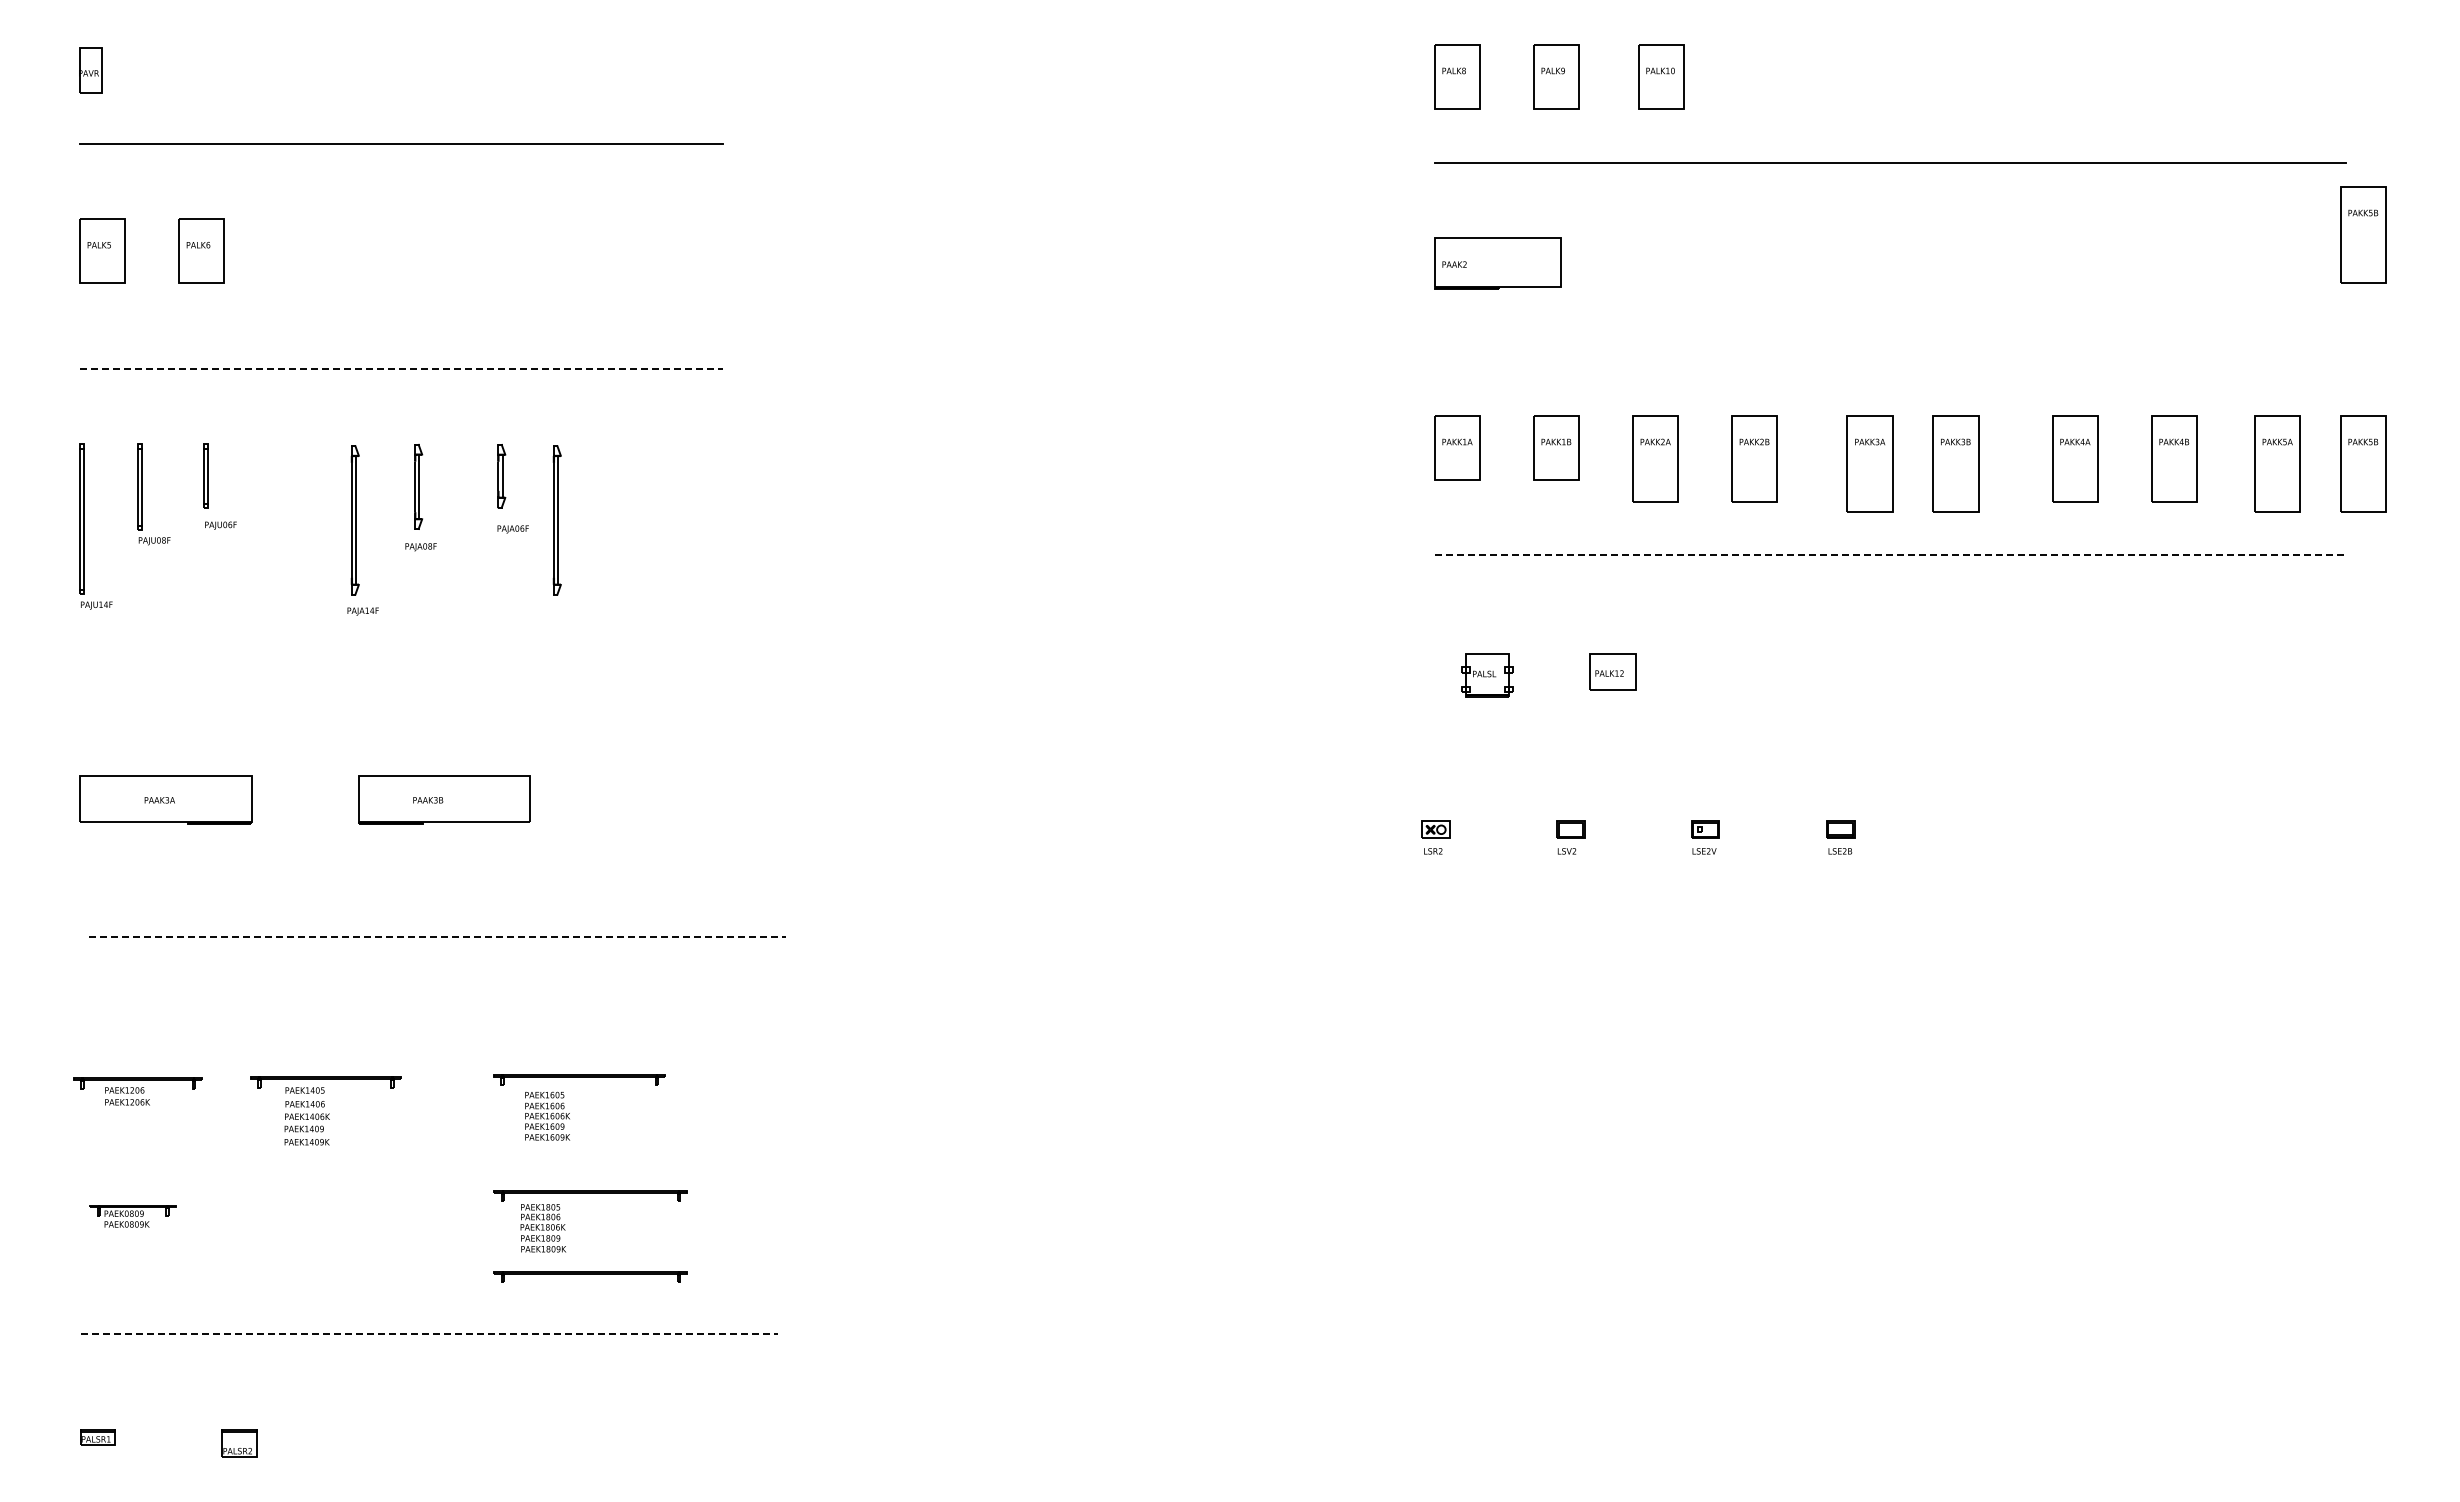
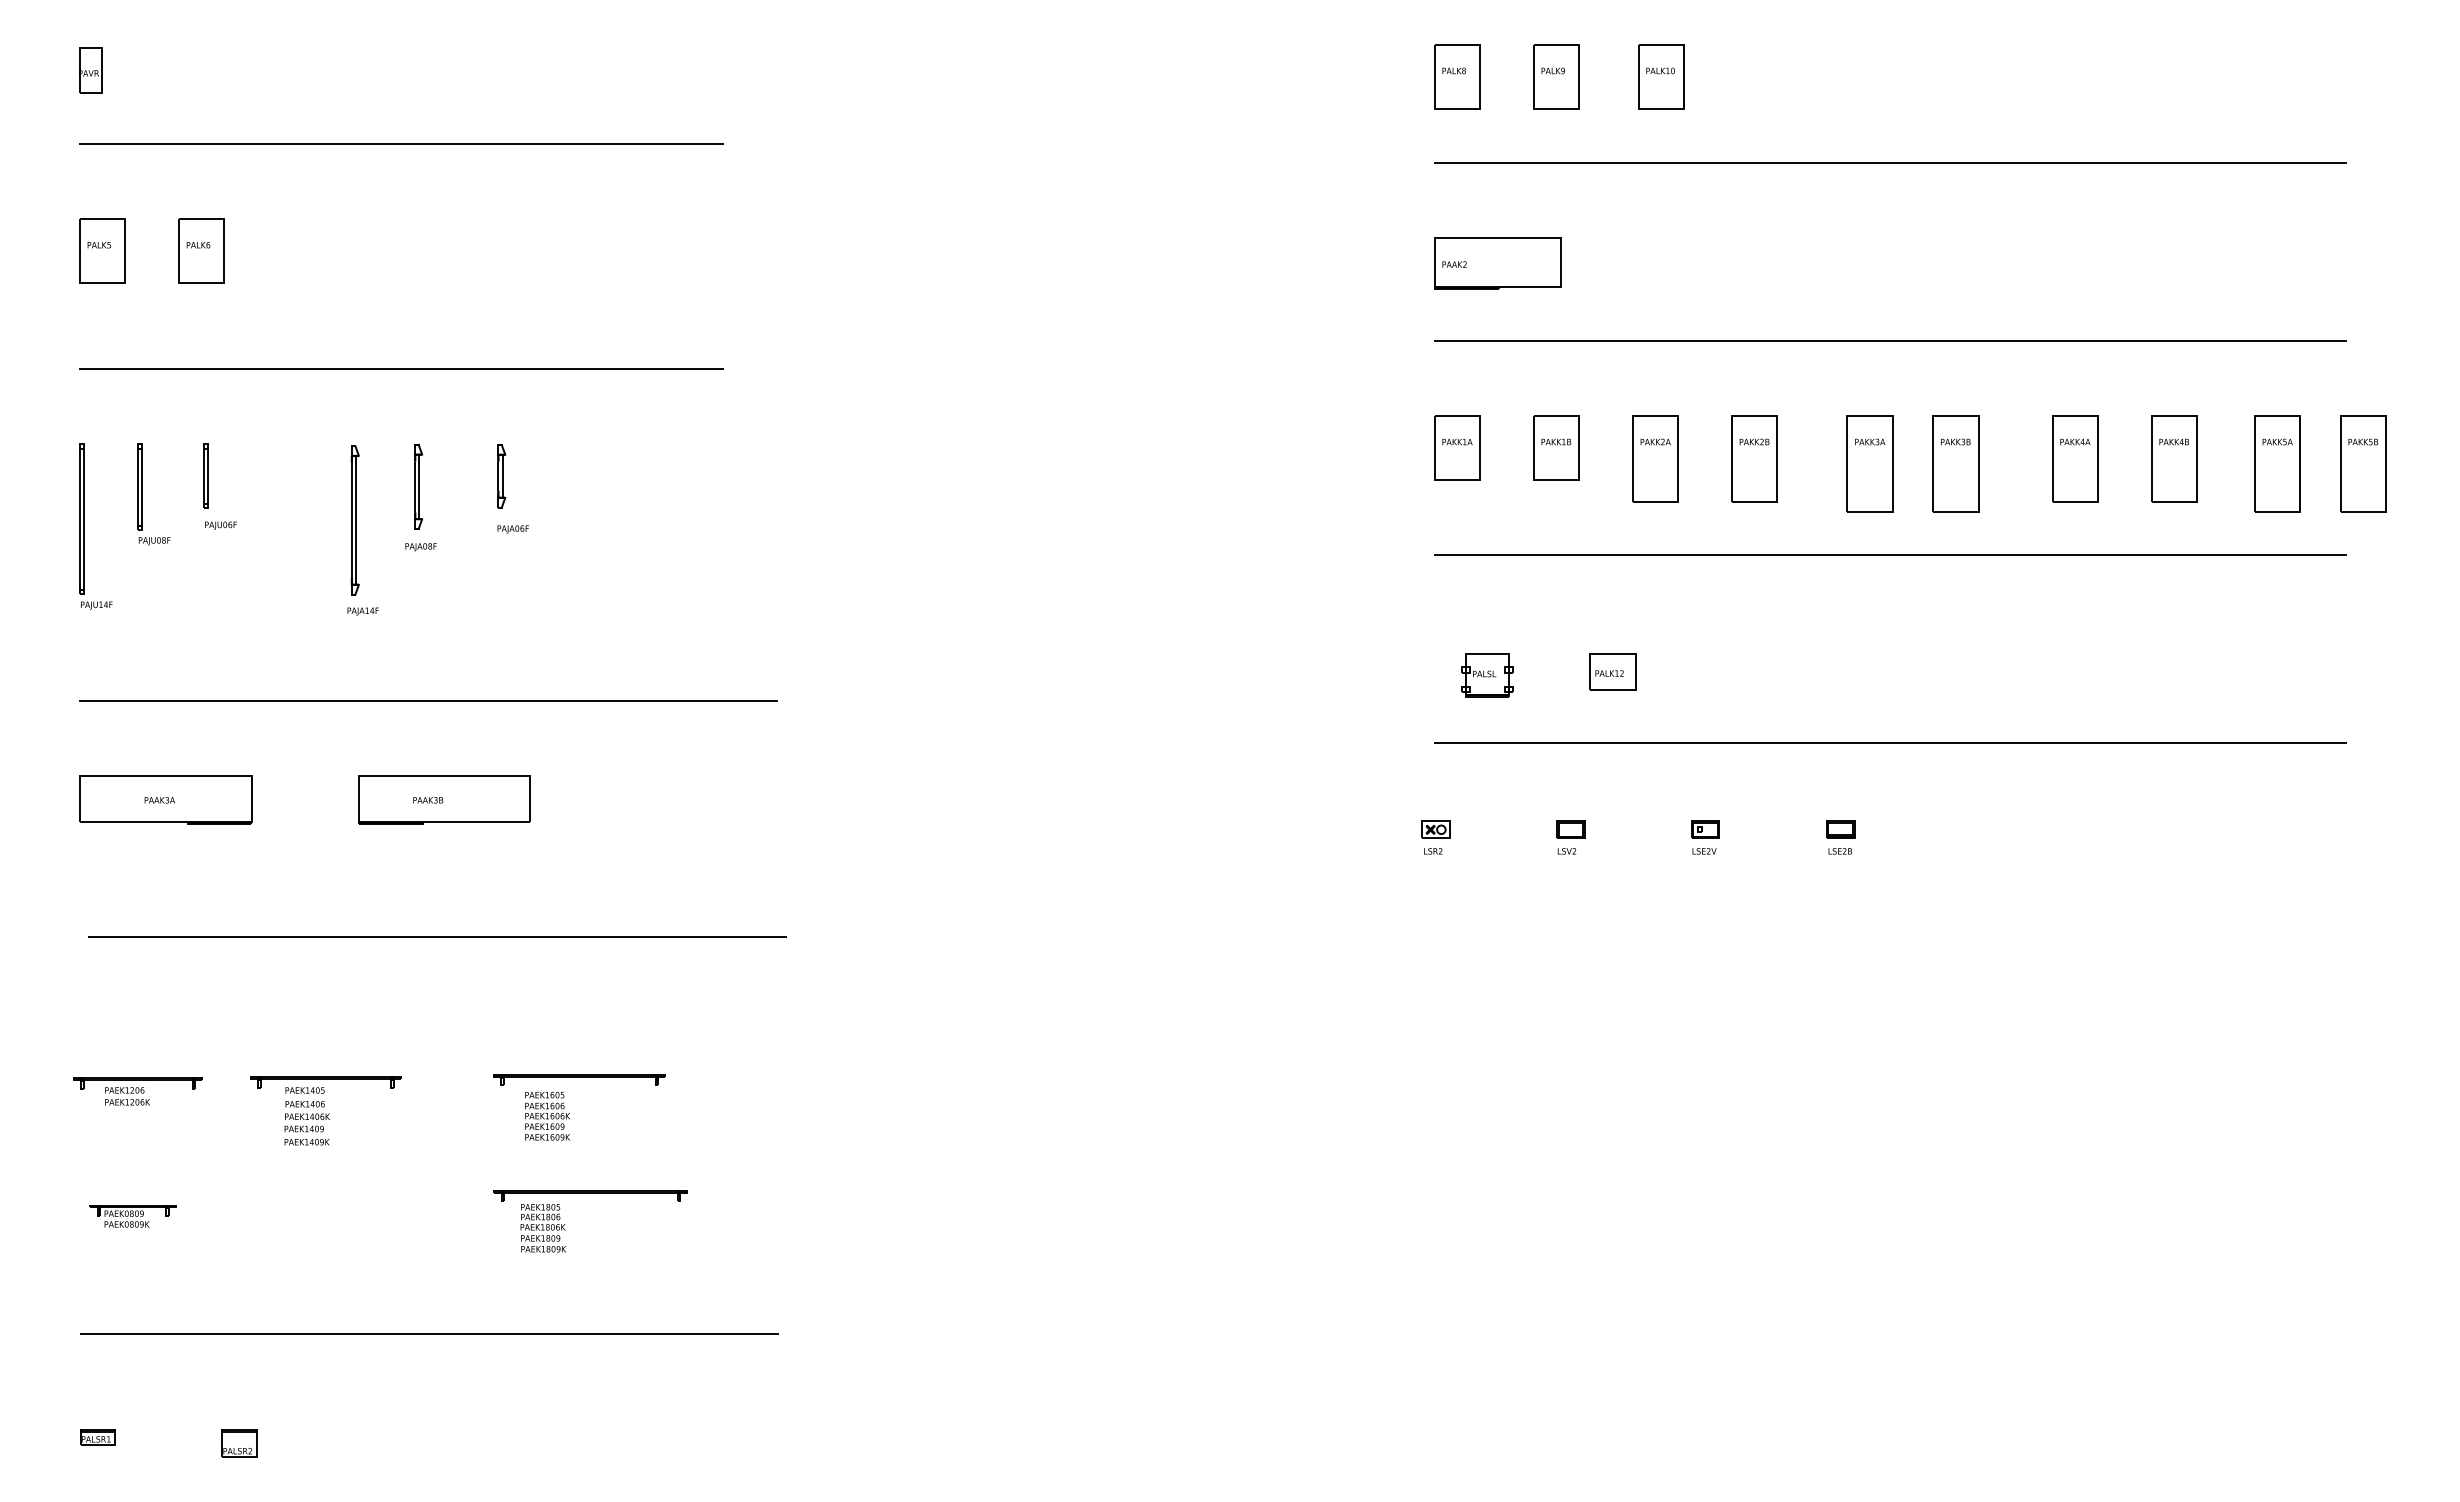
part at (2363, 234): present -> none
line at (1890, 340): none -> present
line at (401, 369): dashed -> solid
part at (556, 520): present -> none
line at (1890, 555): dashed -> solid
line at (428, 701): none -> present
line at (1890, 742): none -> present
line at (437, 937): dashed -> solid
part at (590, 1276): present -> none
line at (429, 1333): dashed -> solid
